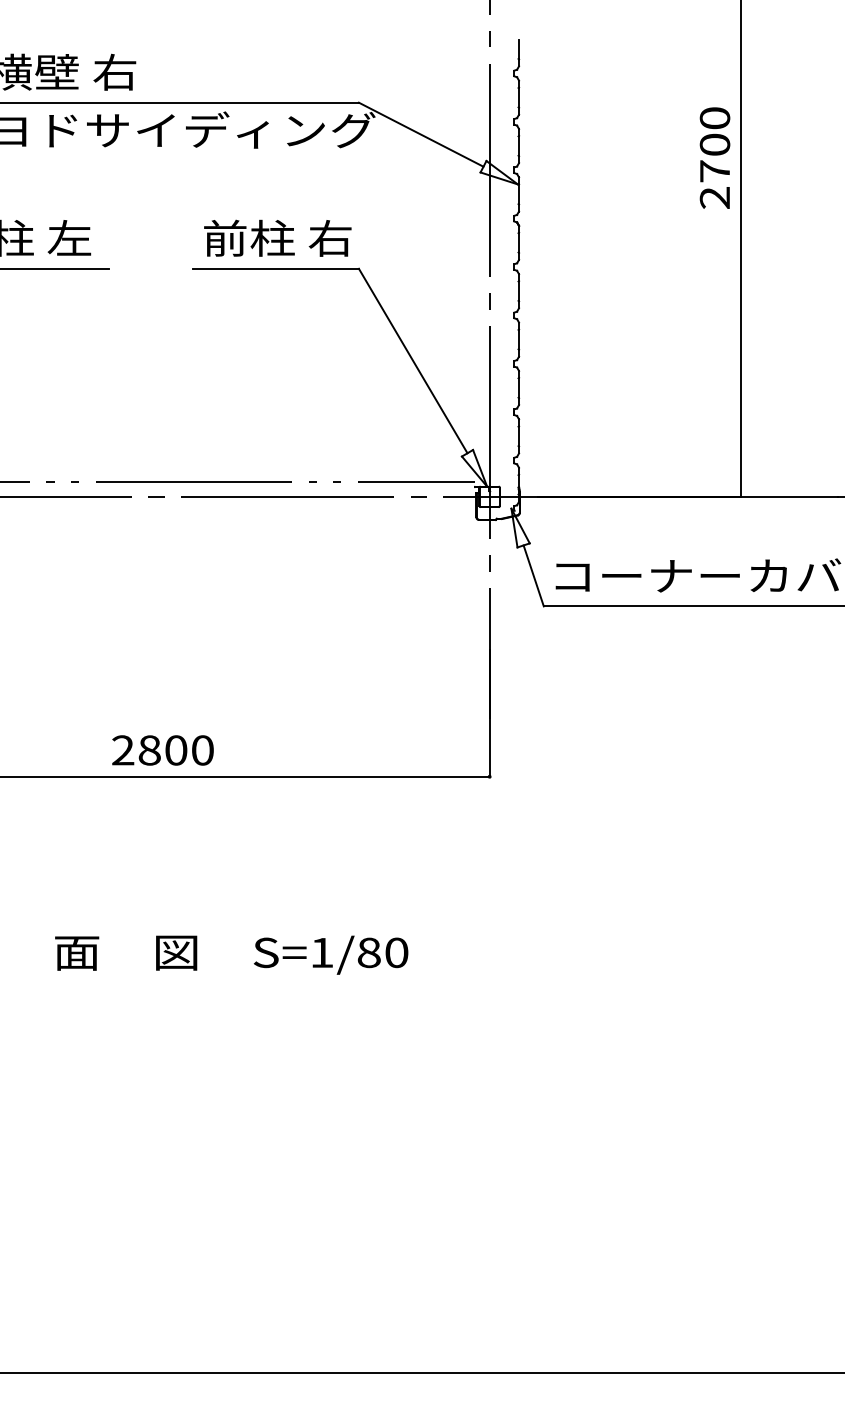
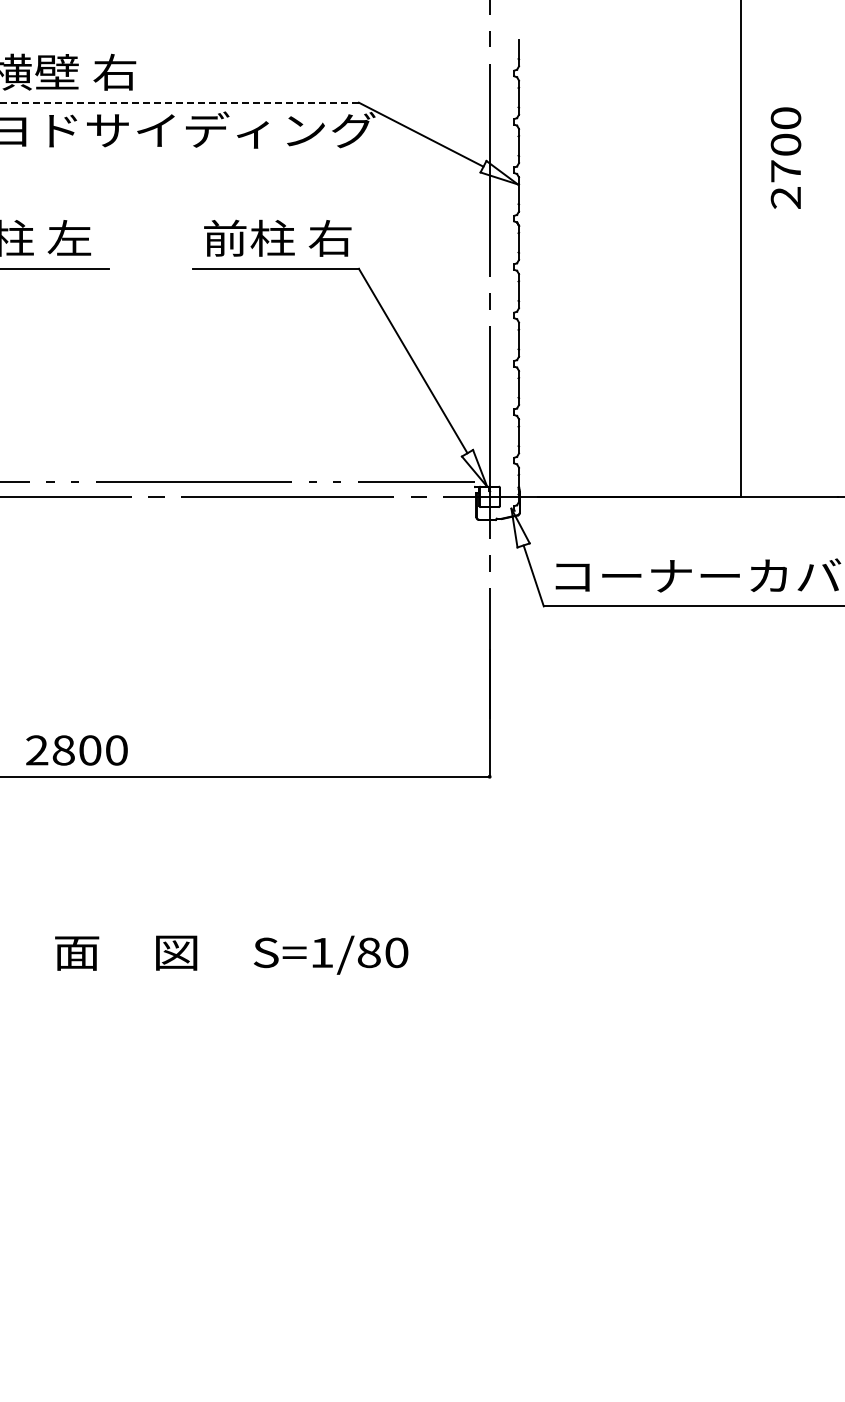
line at (180, 102): solid -> dashed
text at (714, 157) position: (714, 157) -> (785, 157)
text at (162, 750) position: (162, 750) -> (76, 750)
line at (421, 1373): present -> none
